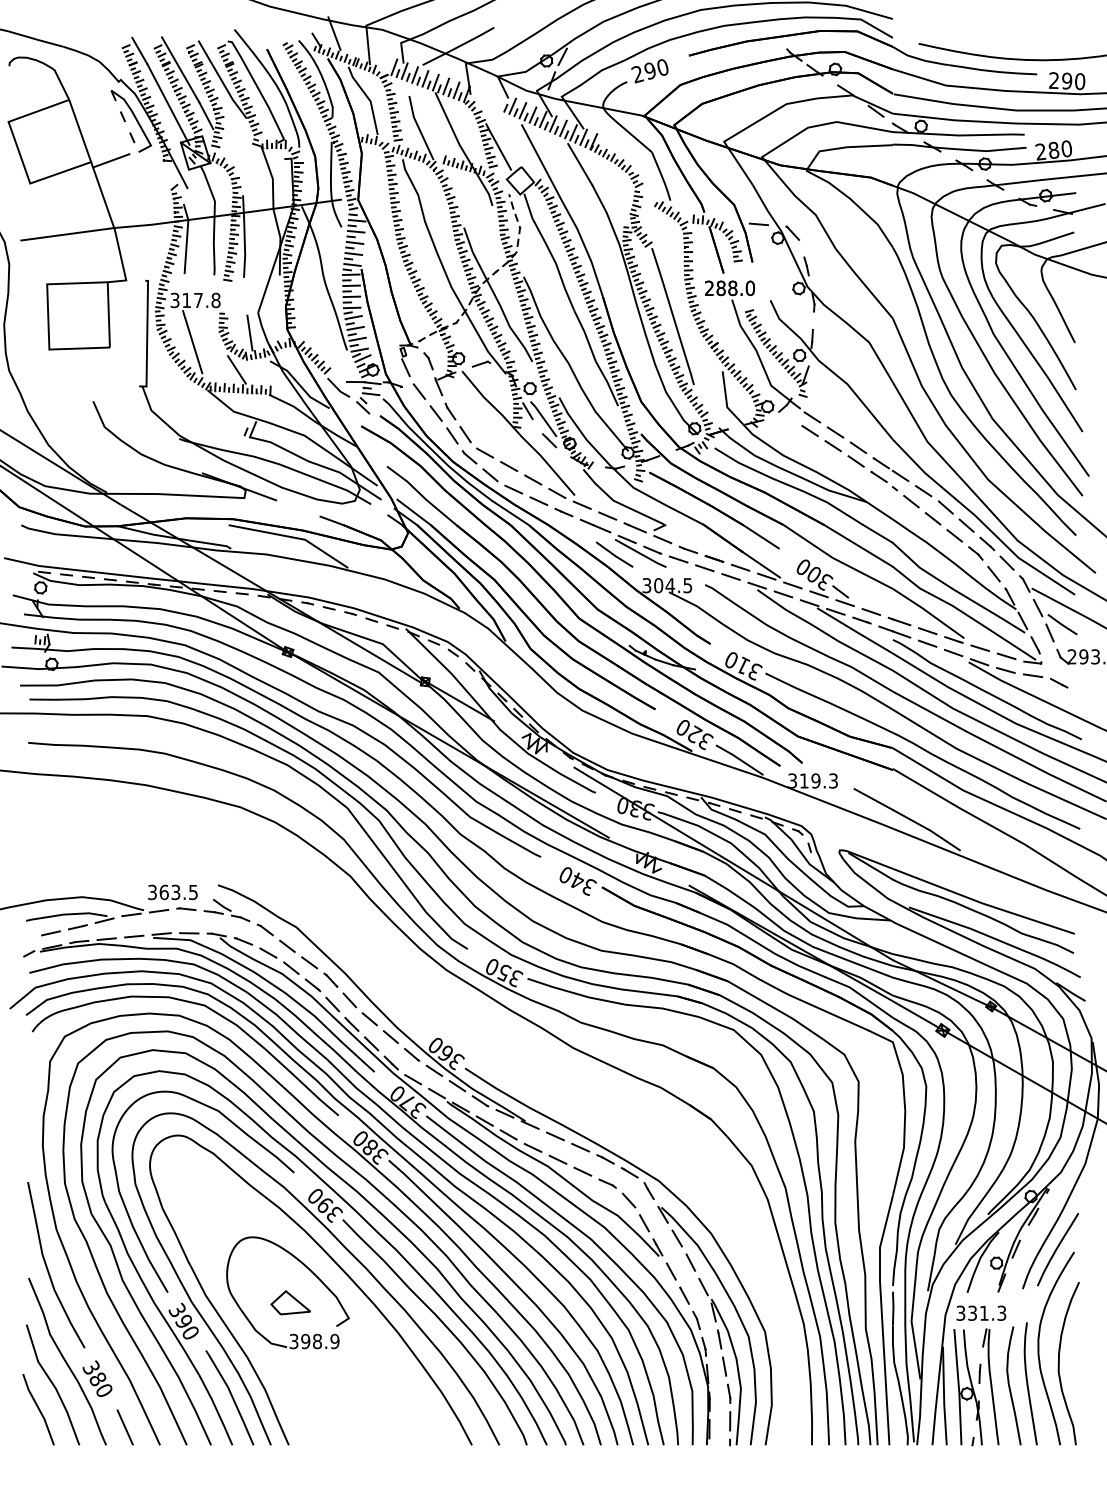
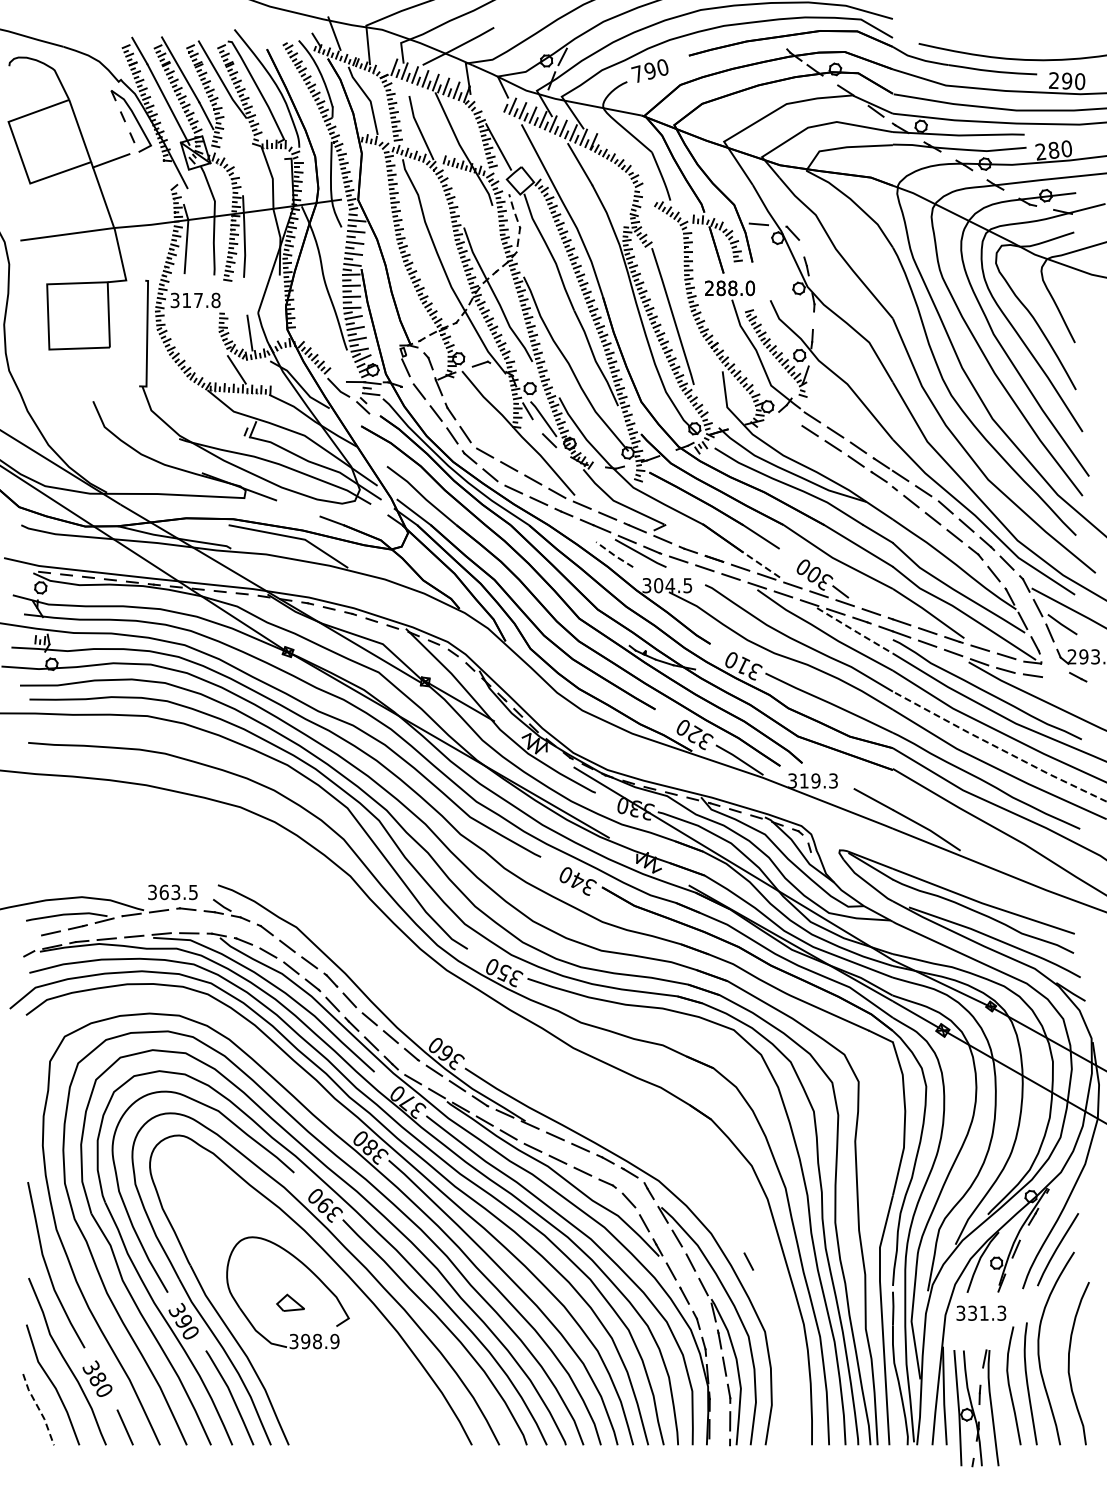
text at (637, 74): 290 -> 790
line at (192, 342): present -> none
line at (614, 555): solid -> dashed
line at (761, 564): solid -> dashed
line at (855, 631): solid -> dashed
line at (1059, 683) position: (1059, 683) -> (1078, 677)
line at (999, 748): solid -> dashed
curve at (194, 1004): present -> none
line at (748, 1261): none -> present
part at (290, 1302) size: 41x26 px -> 29x19 px
curve at (1059, 1363) position: (1059, 1363) -> (1069, 1363)
part at (976, 1387) position: (976, 1387) -> (976, 1408)
line at (39, 1409): solid -> dashed
